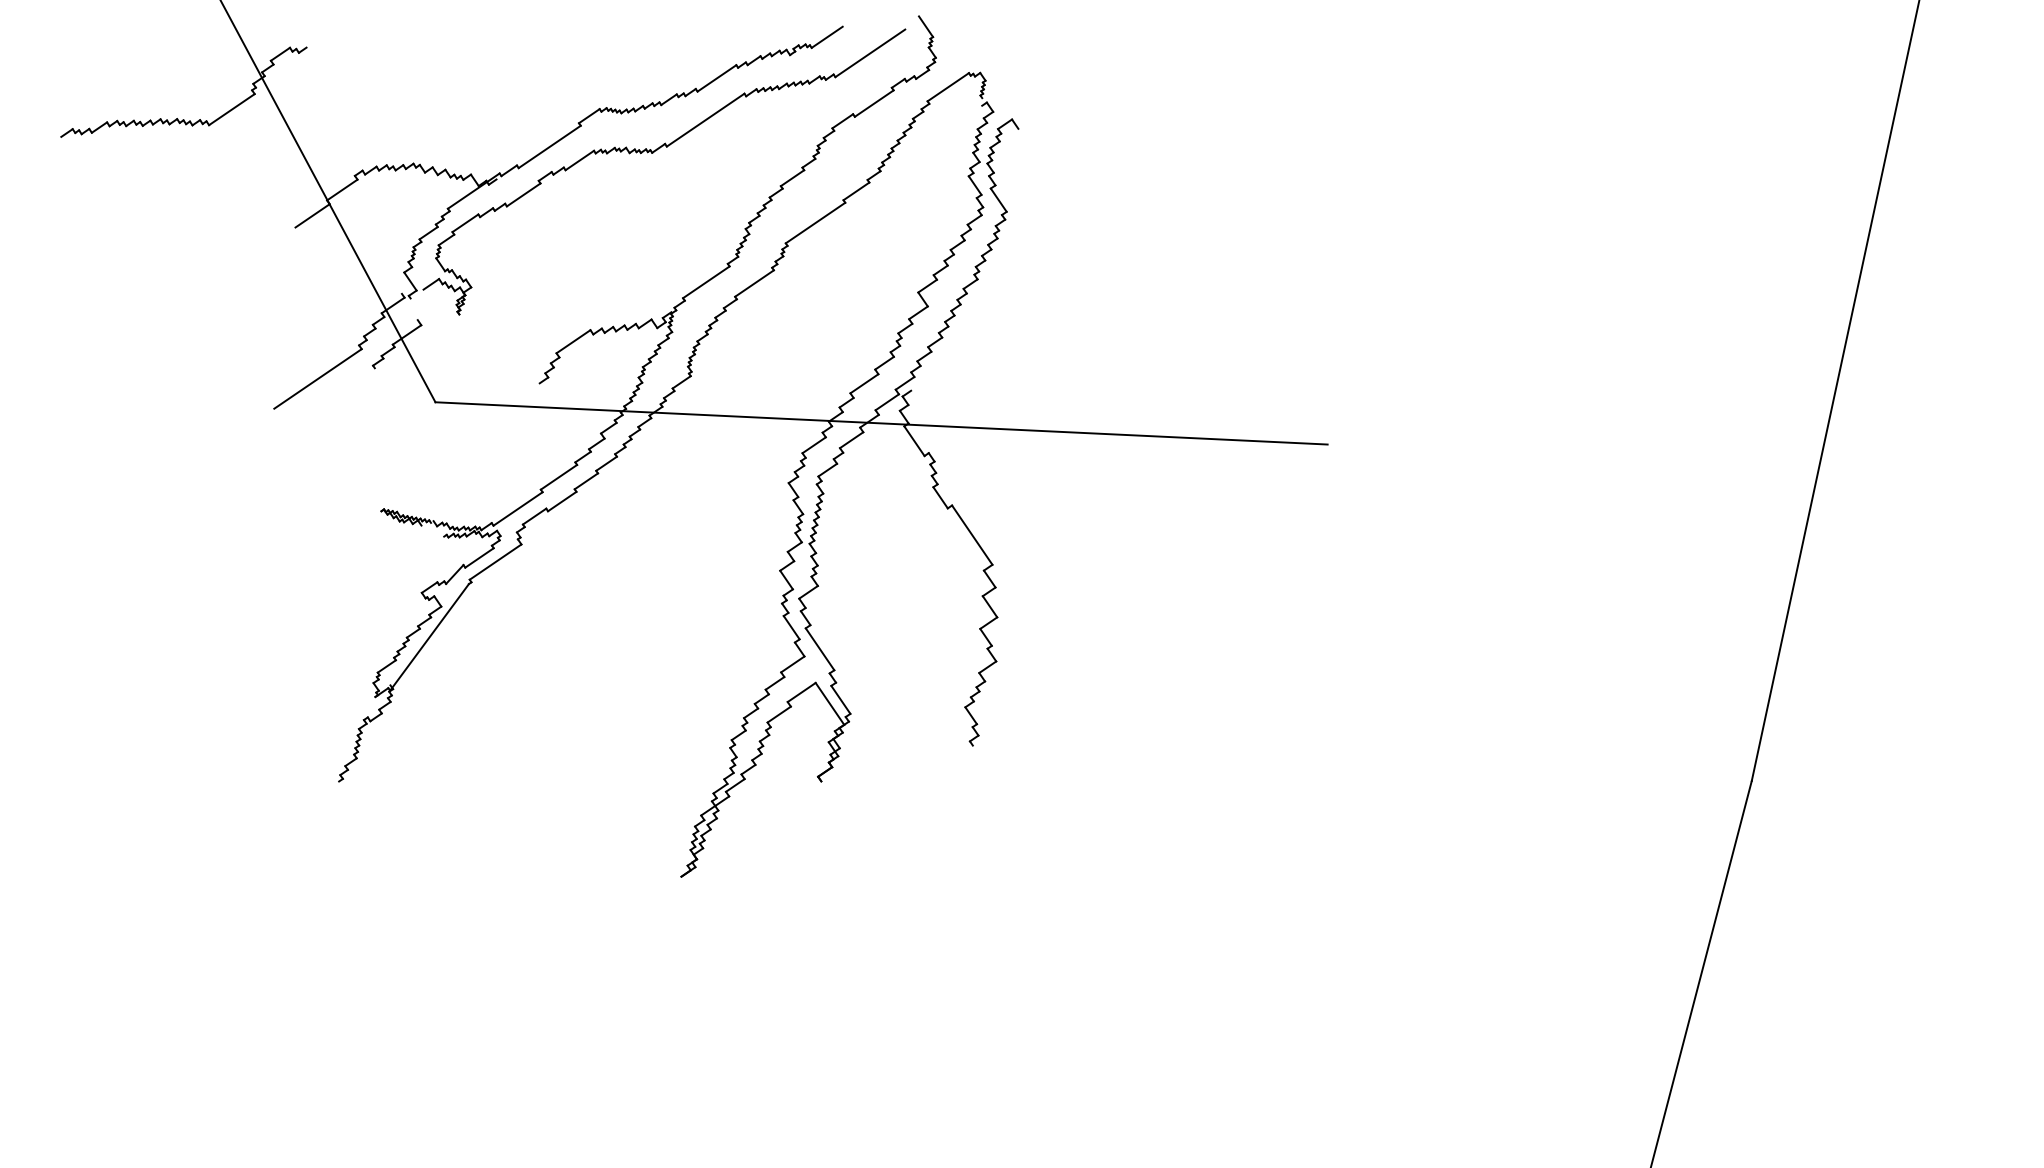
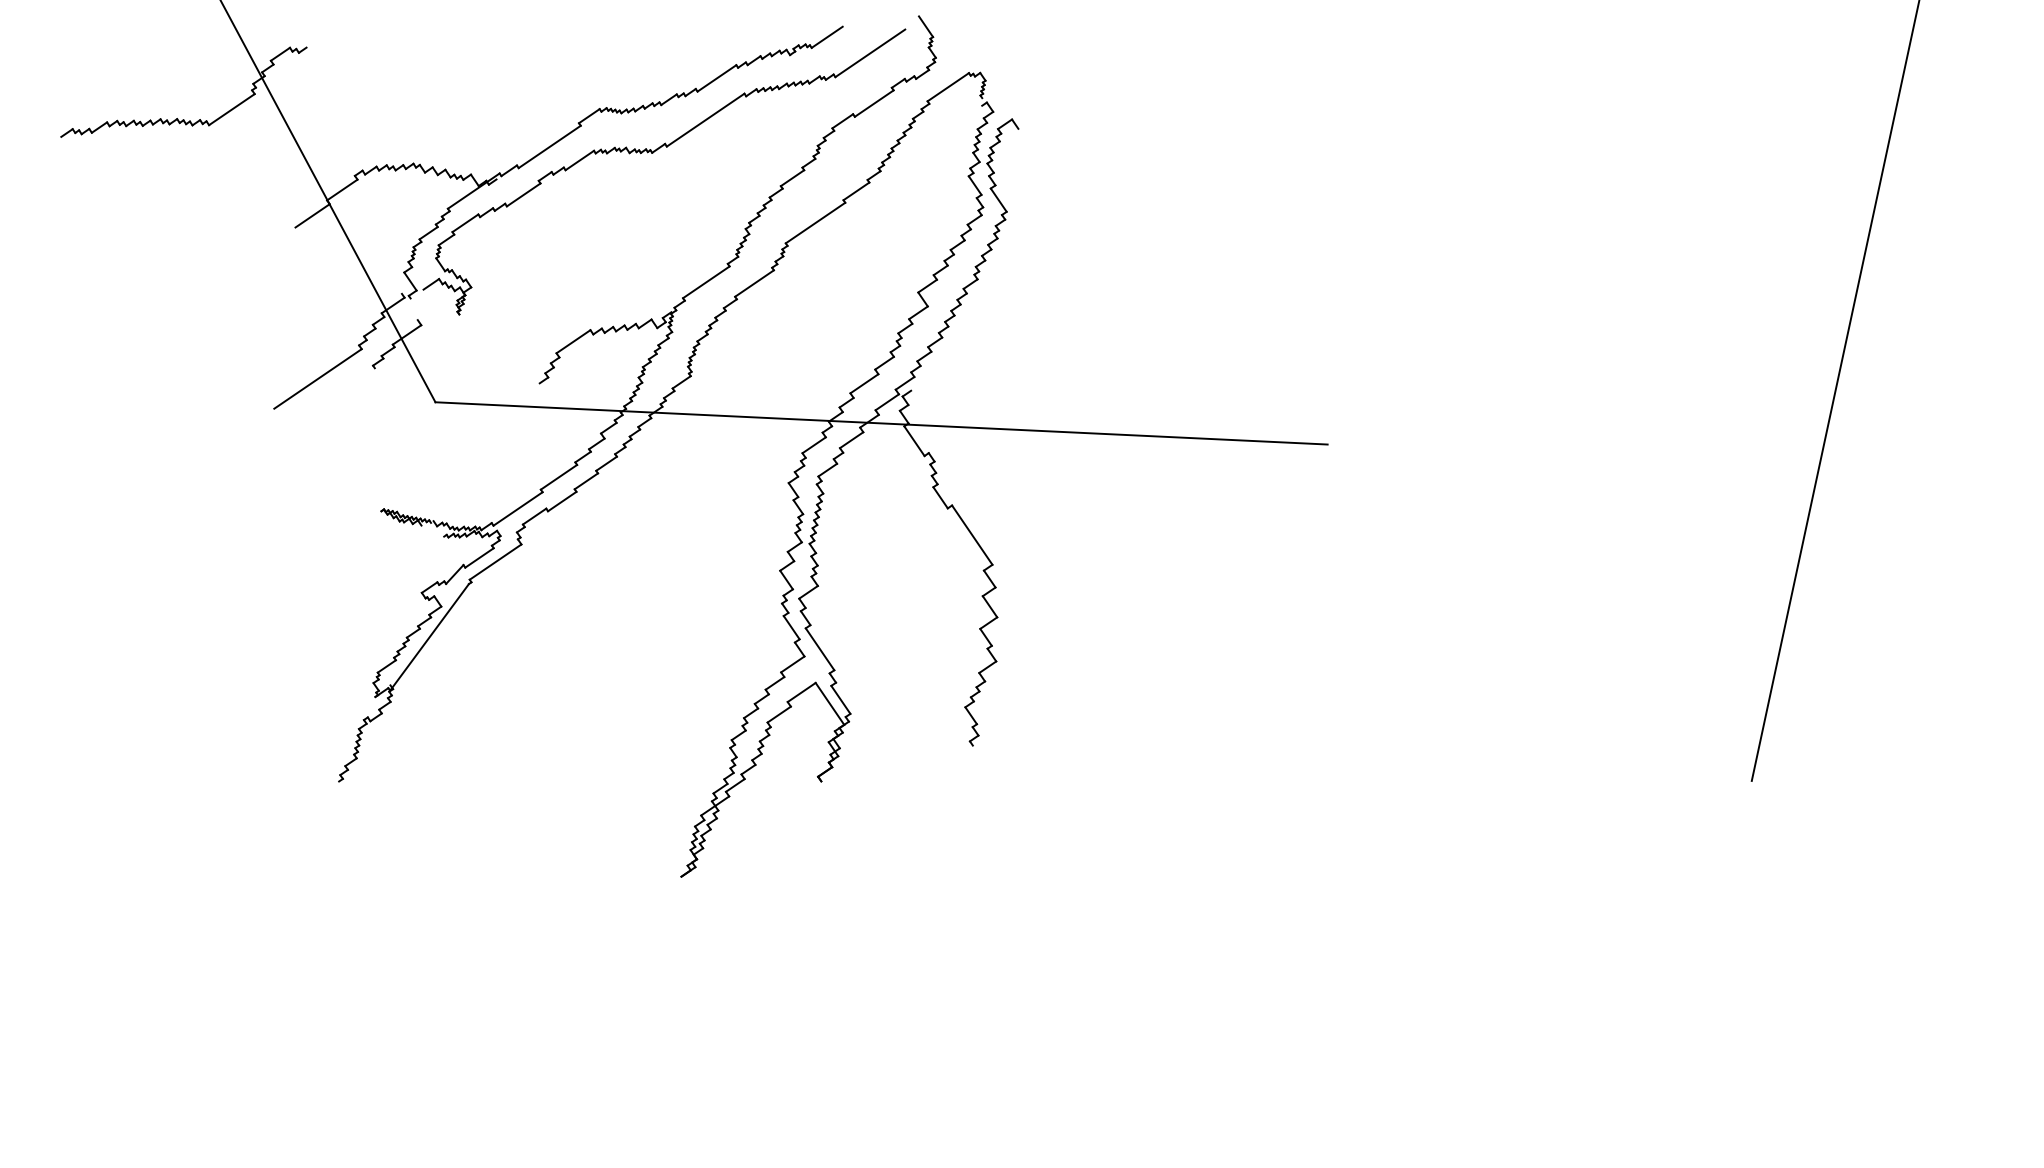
line at (1701, 972): present -> none
